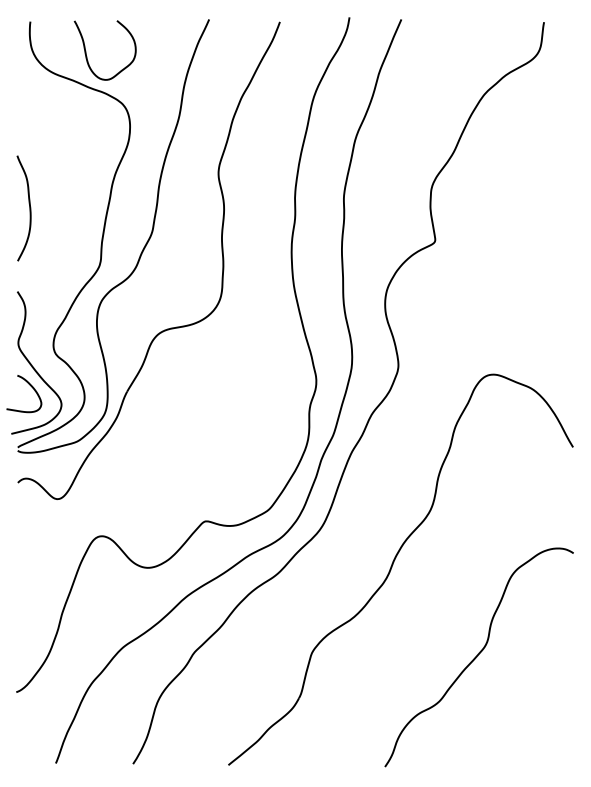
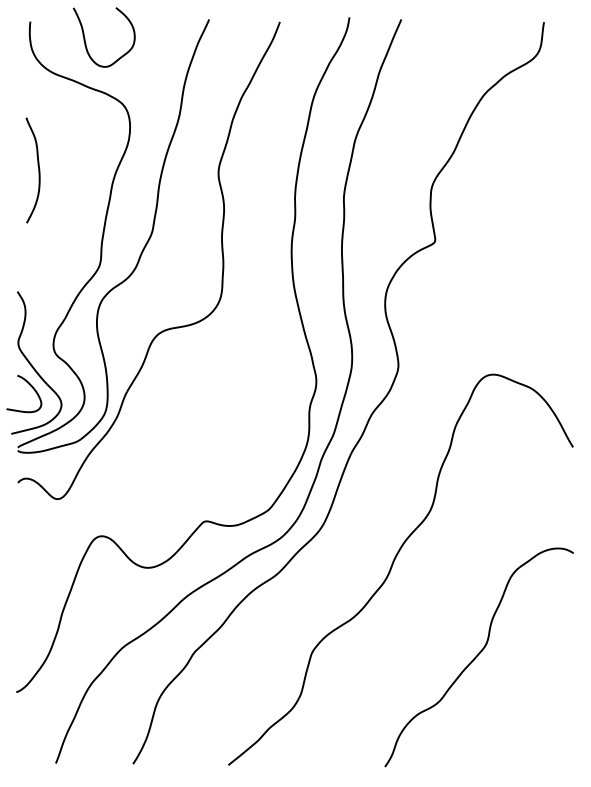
curve at (86, 51) position: (86, 51) -> (85, 38)
curve at (29, 208) position: (29, 208) -> (38, 170)
